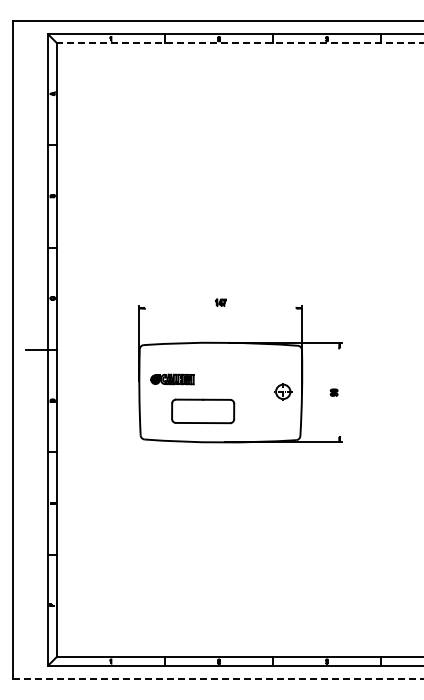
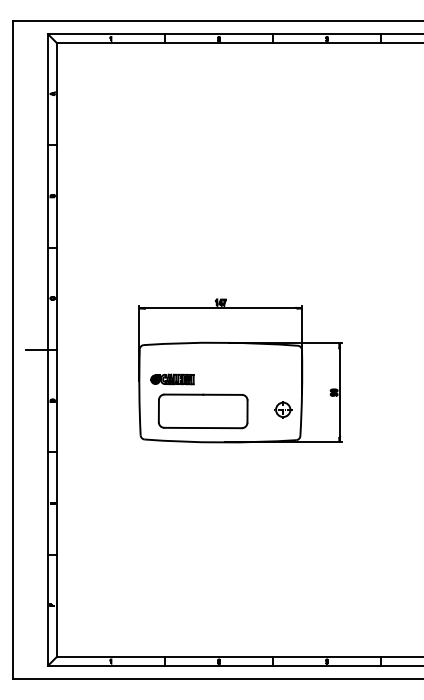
line at (239, 43): dashed -> solid
line at (220, 308): none -> present
part at (283, 391) position: (283, 391) -> (283, 409)
line at (339, 392): none -> present
part at (203, 411) size: 65x27 px -> 92x37 px
line at (218, 679): dashed -> solid
